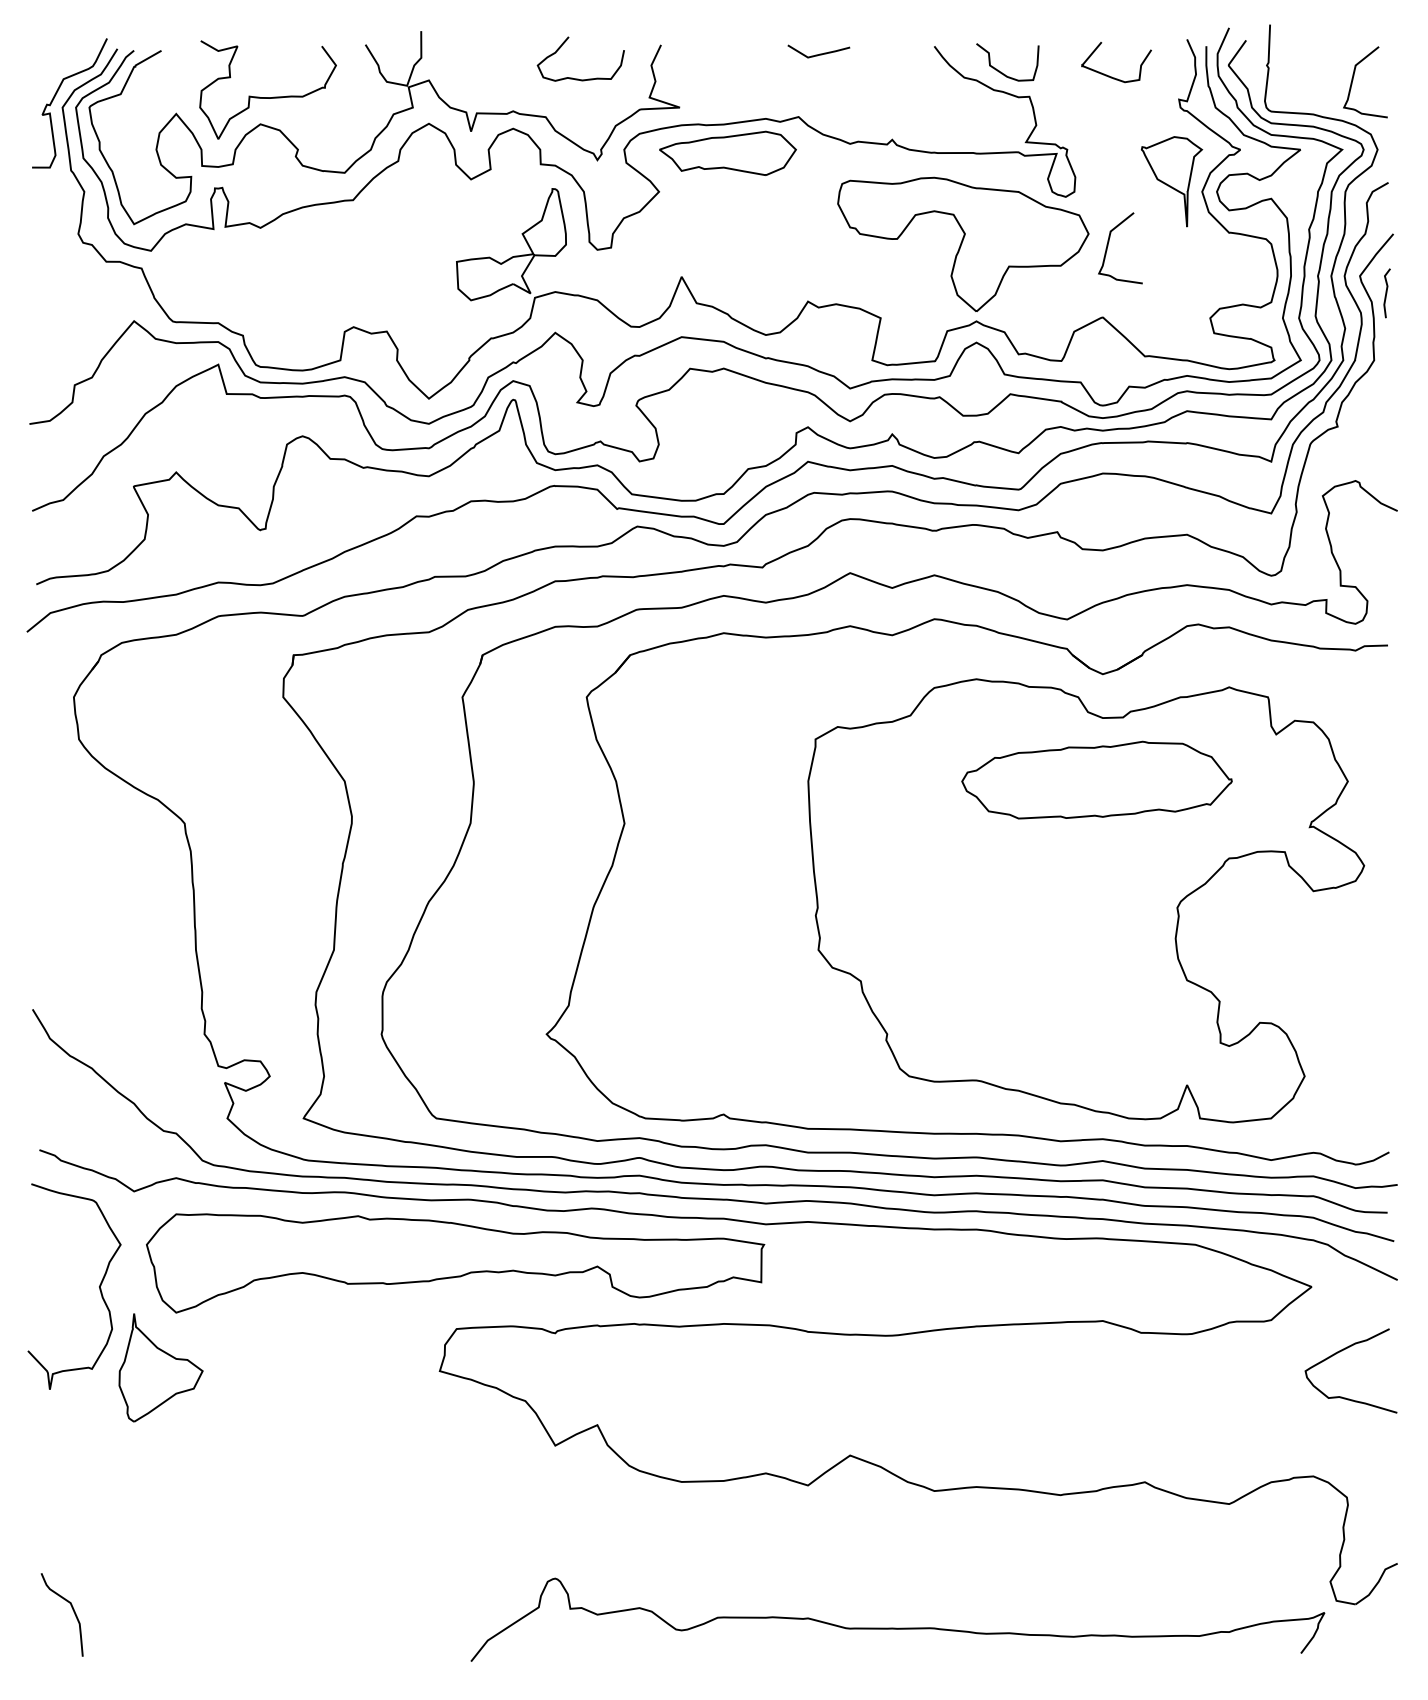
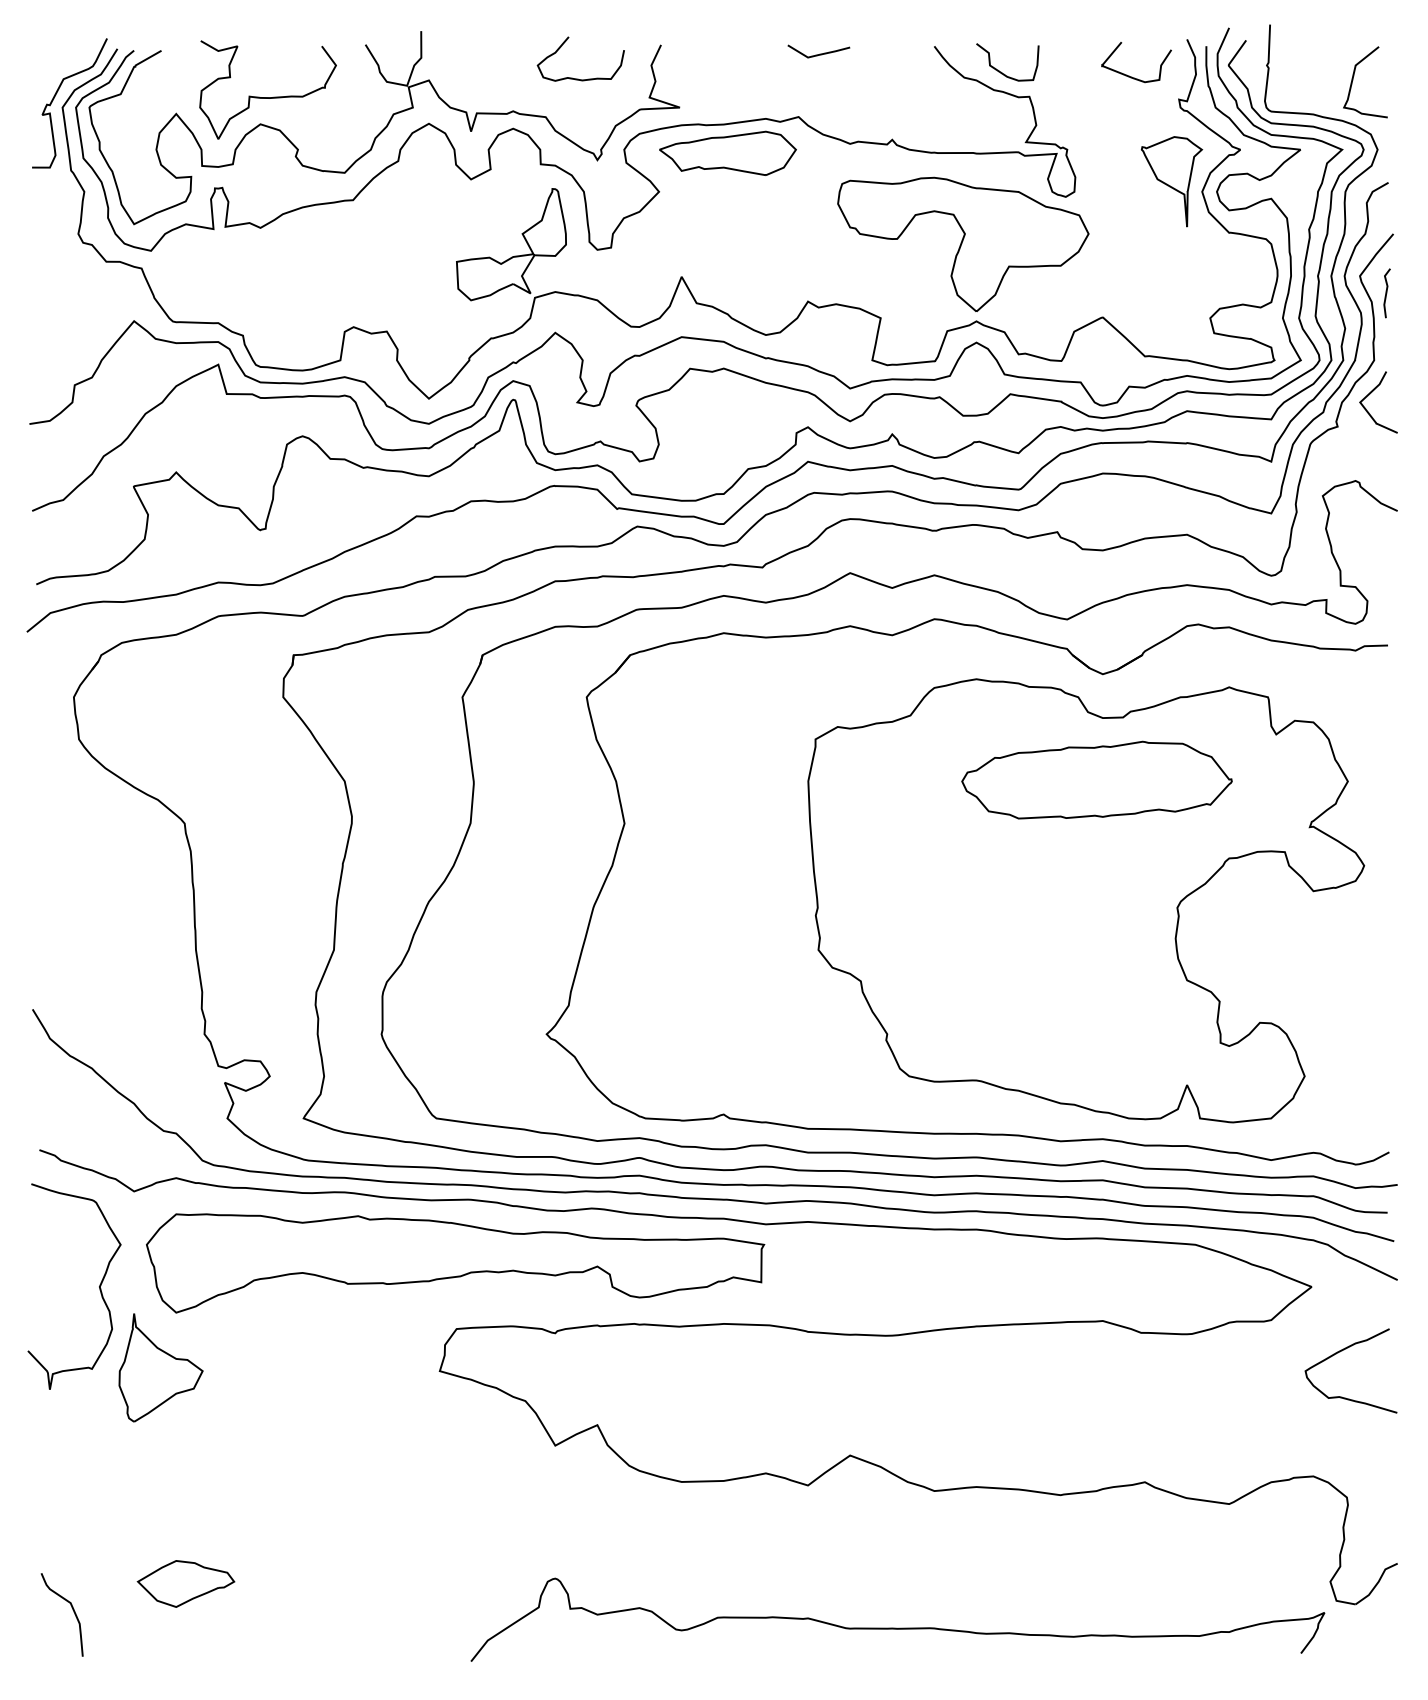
curve at (1109, 75) position: (1109, 75) -> (1129, 75)
curve at (1108, 246): present -> none
curve at (1370, 394): none -> present
part at (185, 1583): none -> present
